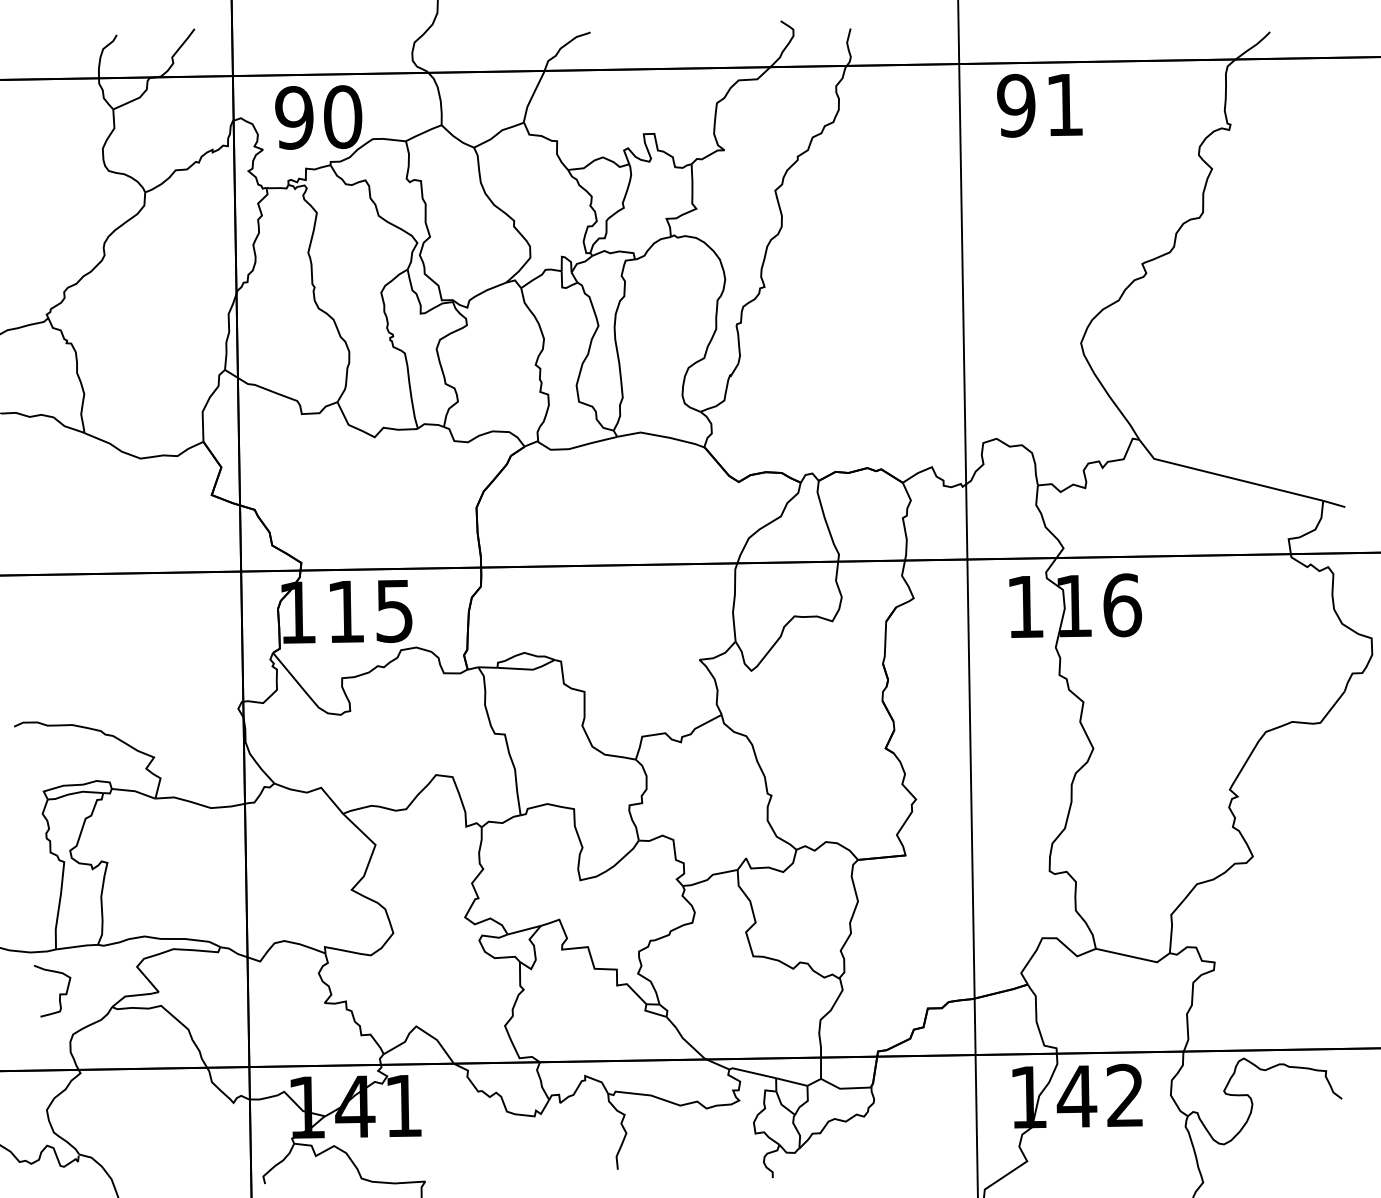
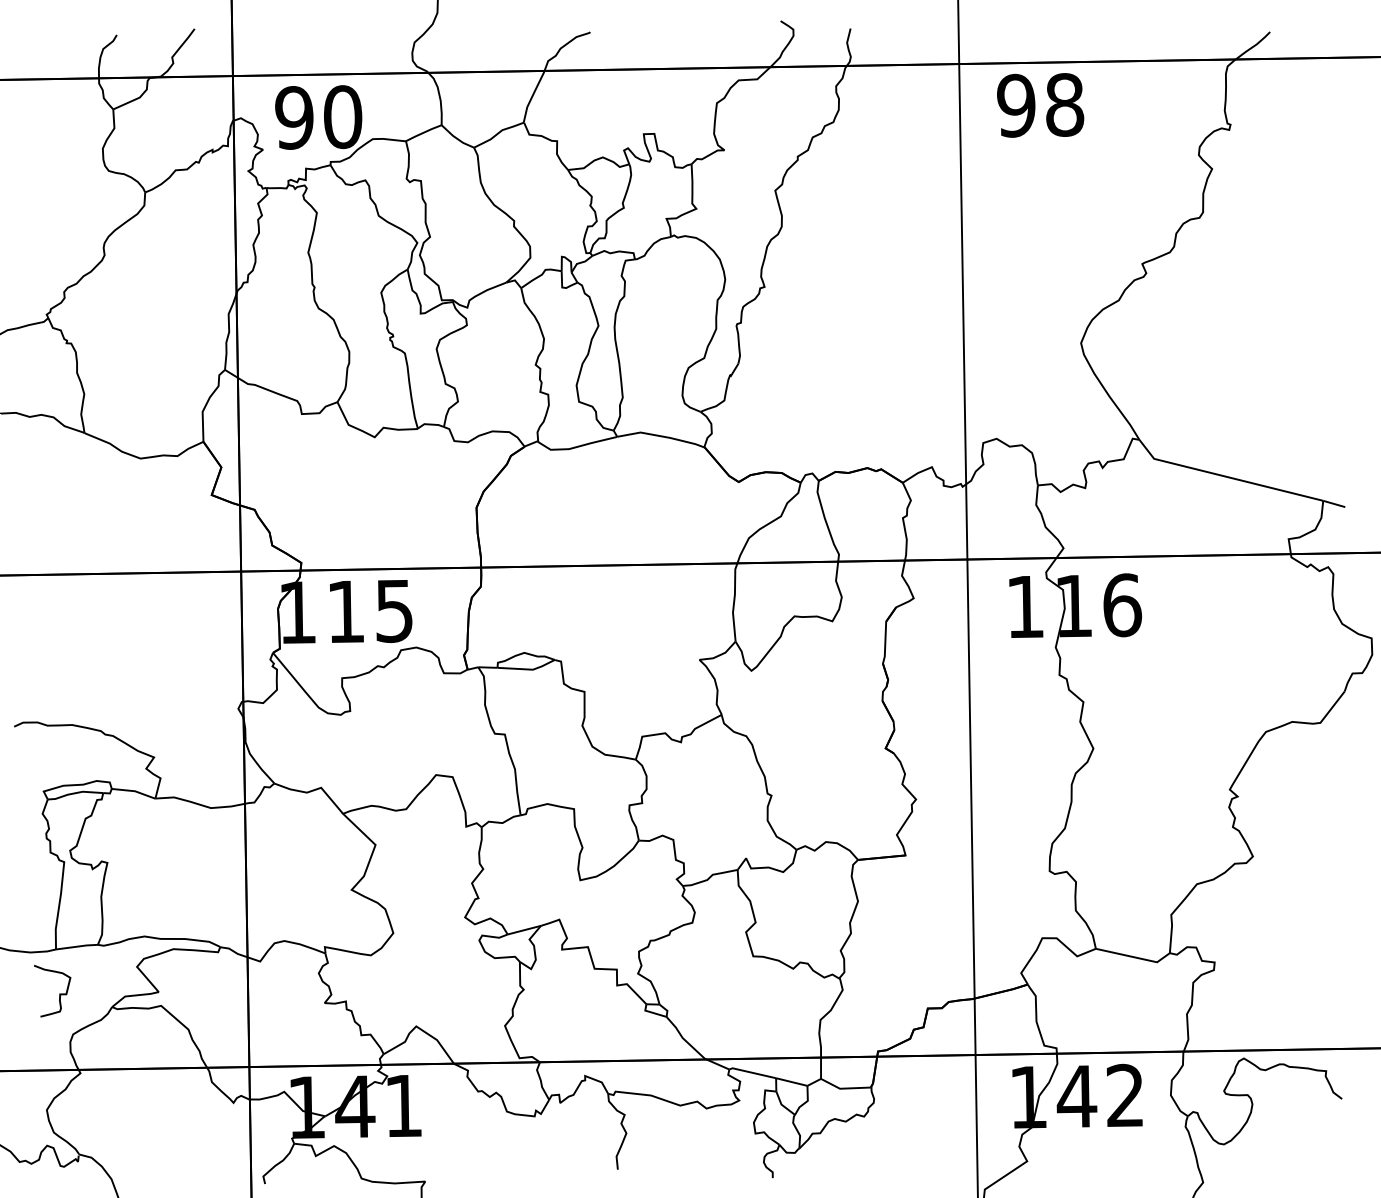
text at (1065, 104): 91 -> 98
